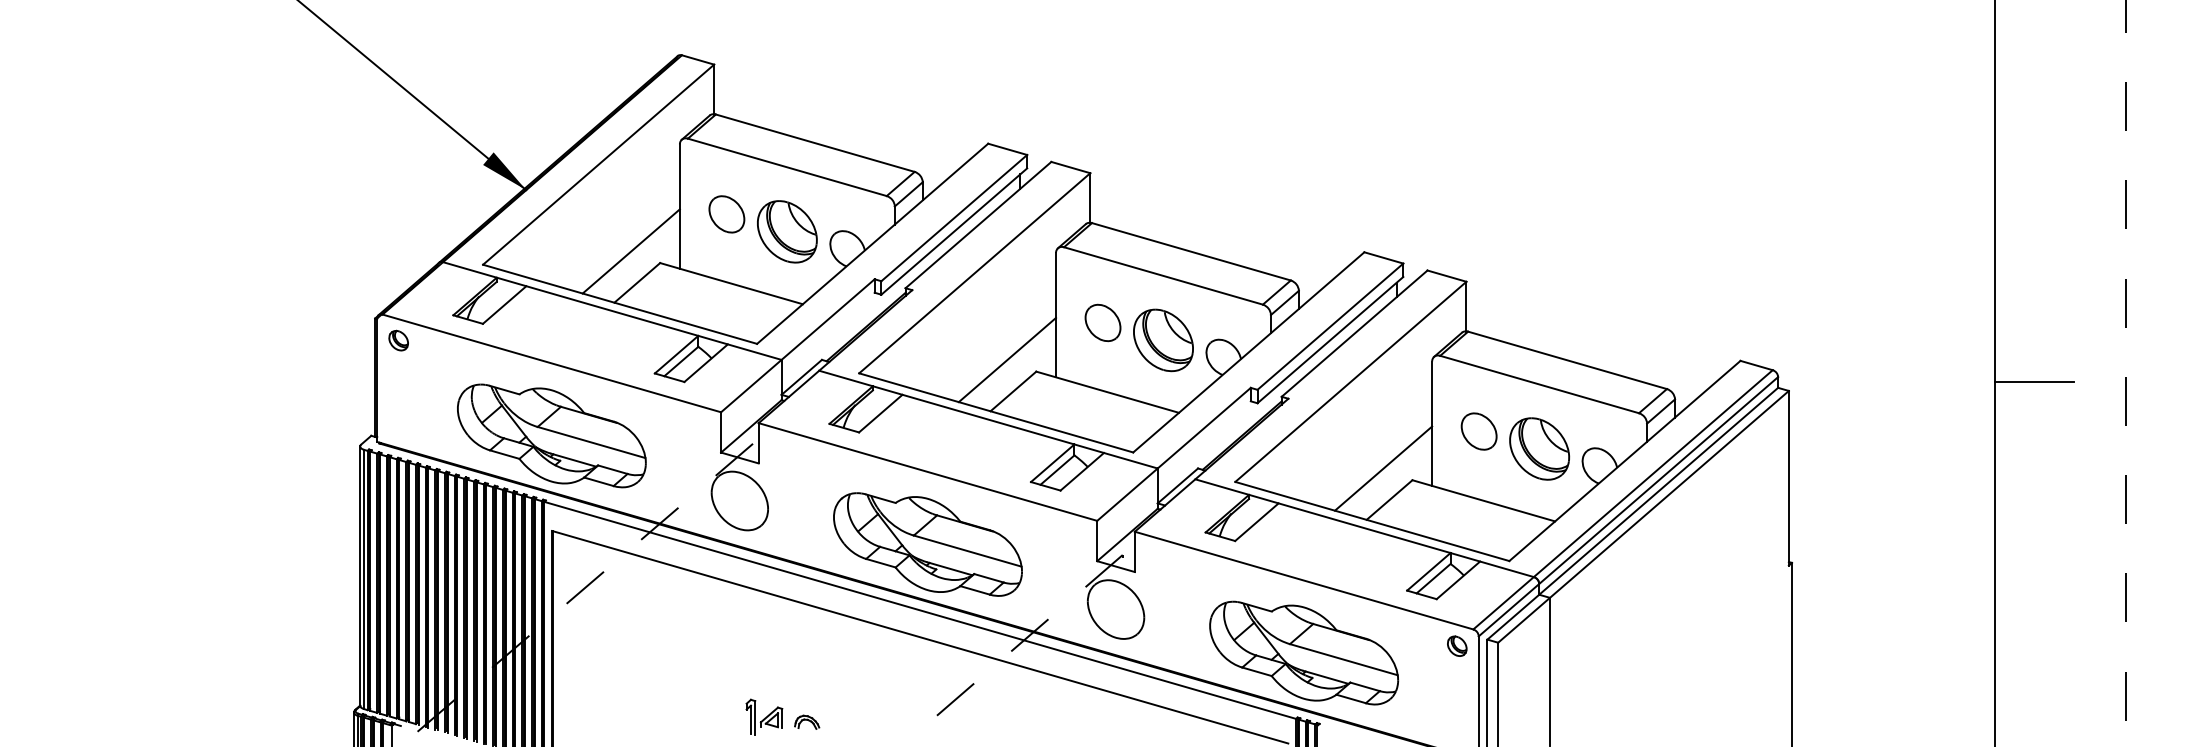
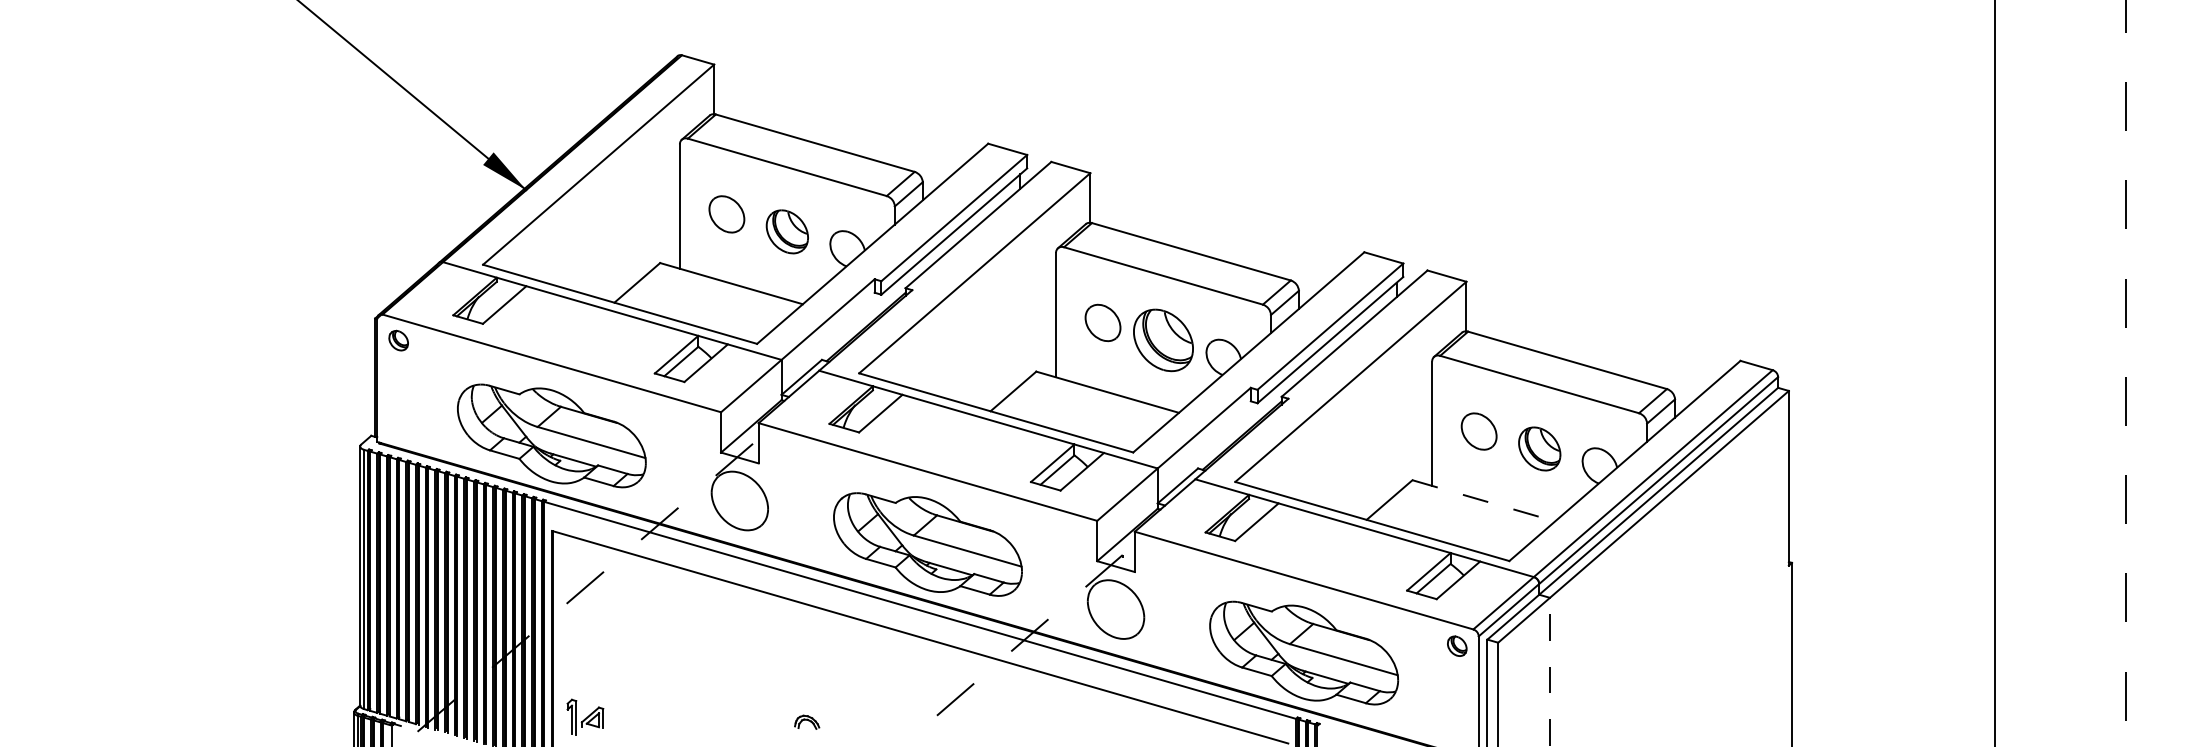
part at (787, 231) size: 61x64 px -> 44x46 px
line at (630, 251): present -> none
line at (1007, 359): present -> none
line at (2033, 381): present -> none
part at (1539, 448) size: 62x64 px -> 44x46 px
line at (1383, 468): present -> none
line at (1484, 500): solid -> dashed
line at (1549, 671): solid -> dashed
part at (764, 716) position: (764, 716) -> (585, 716)
